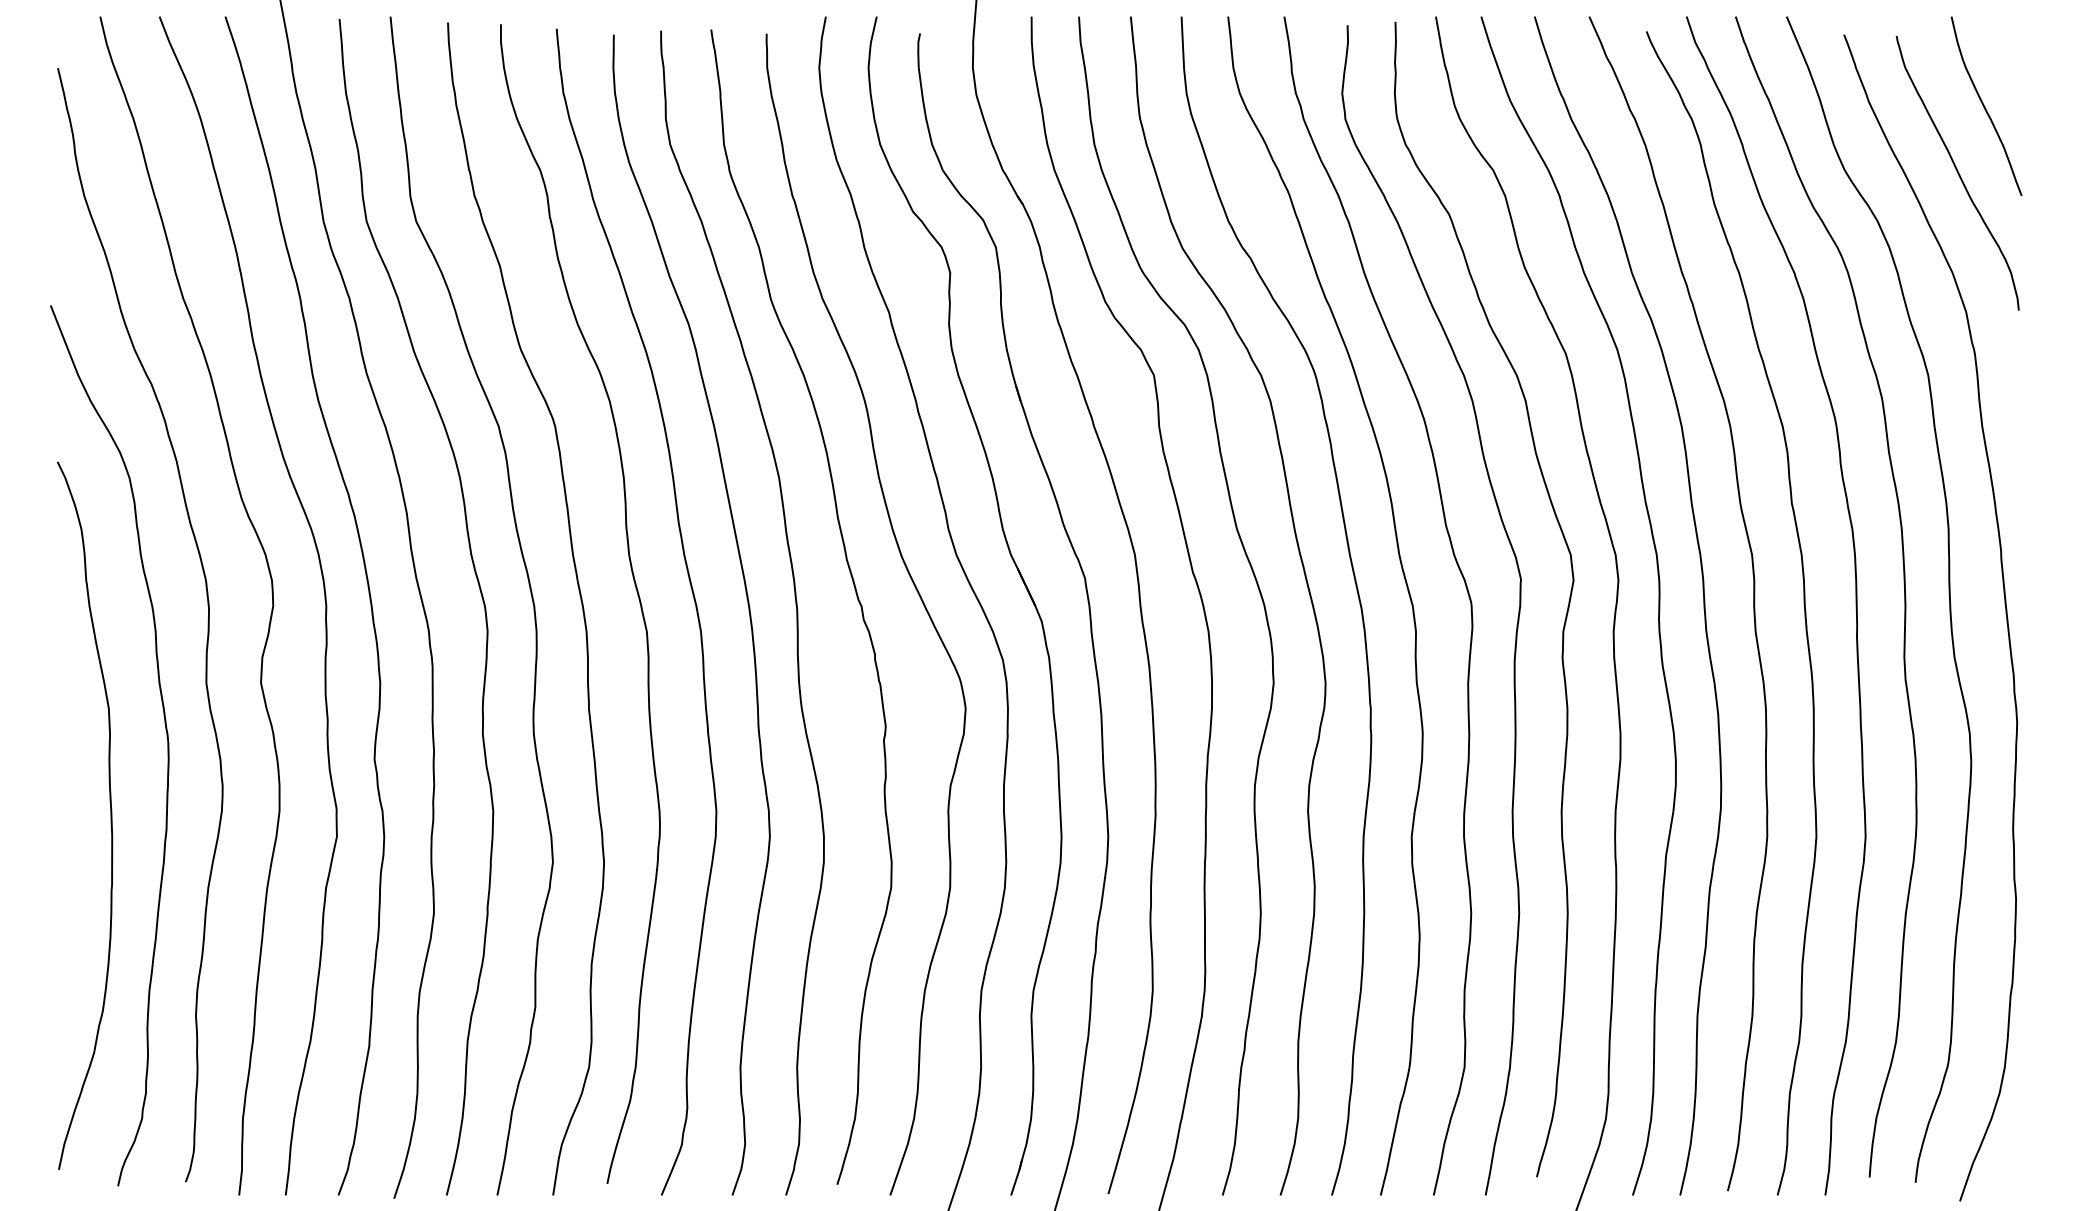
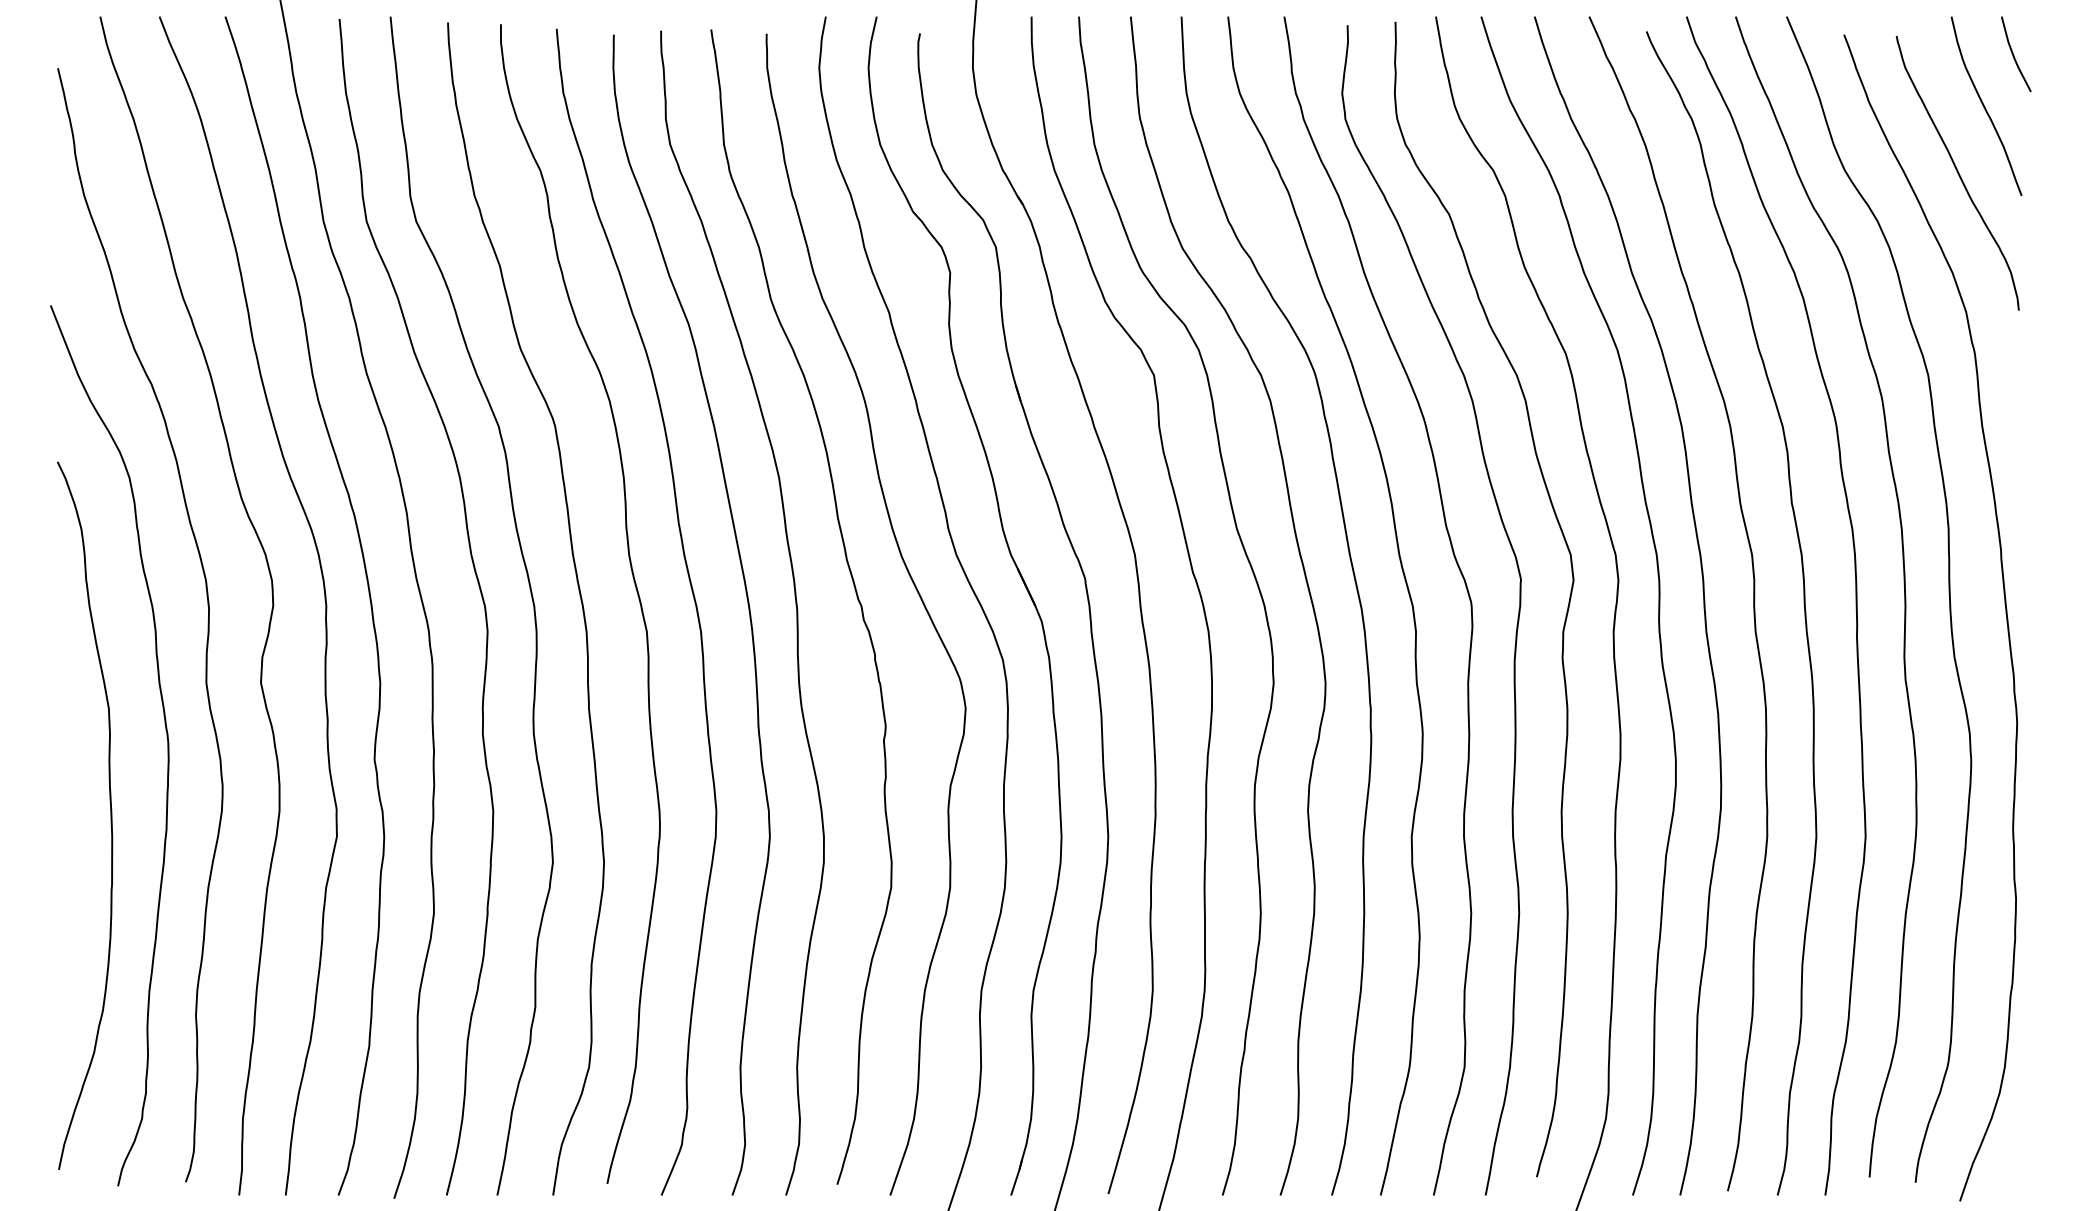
line at (2014, 55): none -> present
